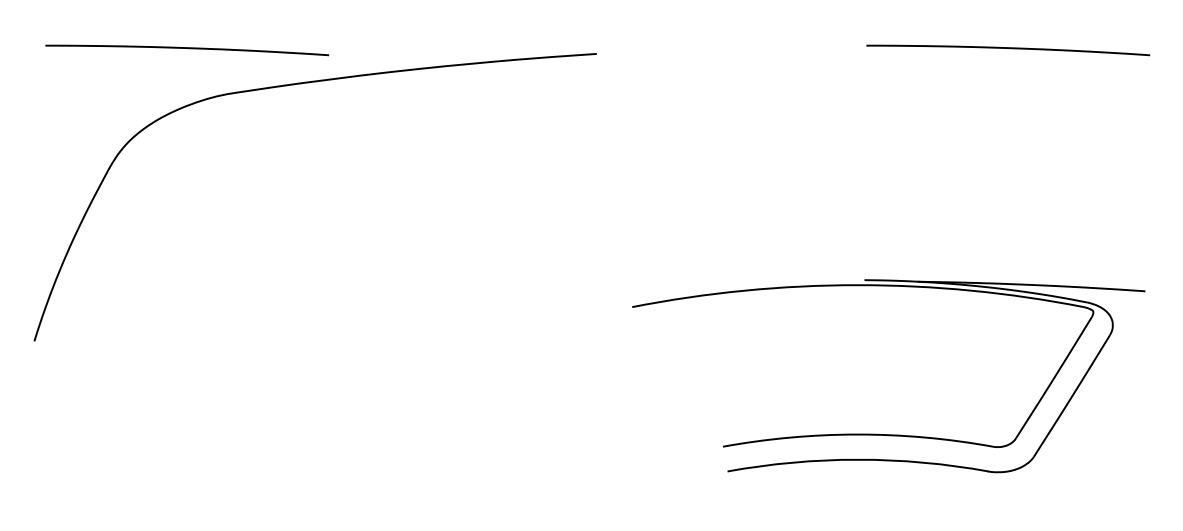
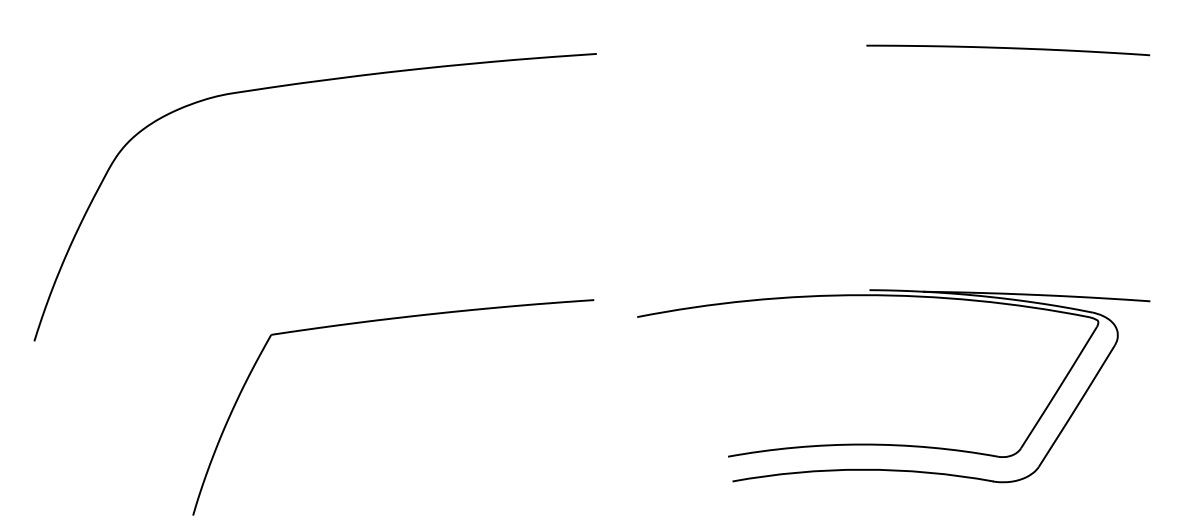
curve at (187, 48): present -> none
part at (387, 320): none -> present
part at (888, 434) position: (888, 434) -> (893, 444)
